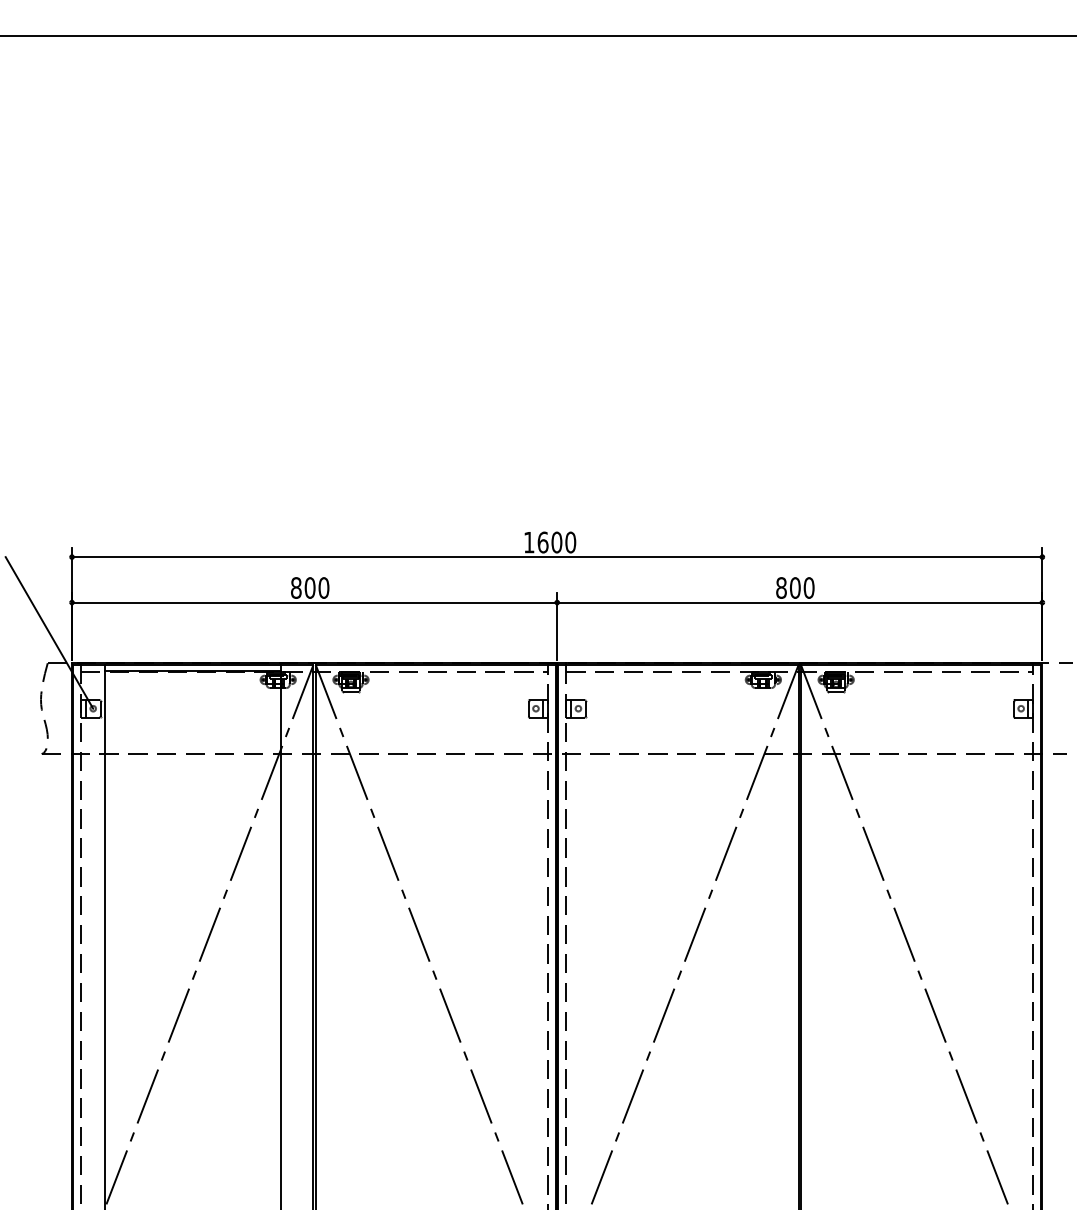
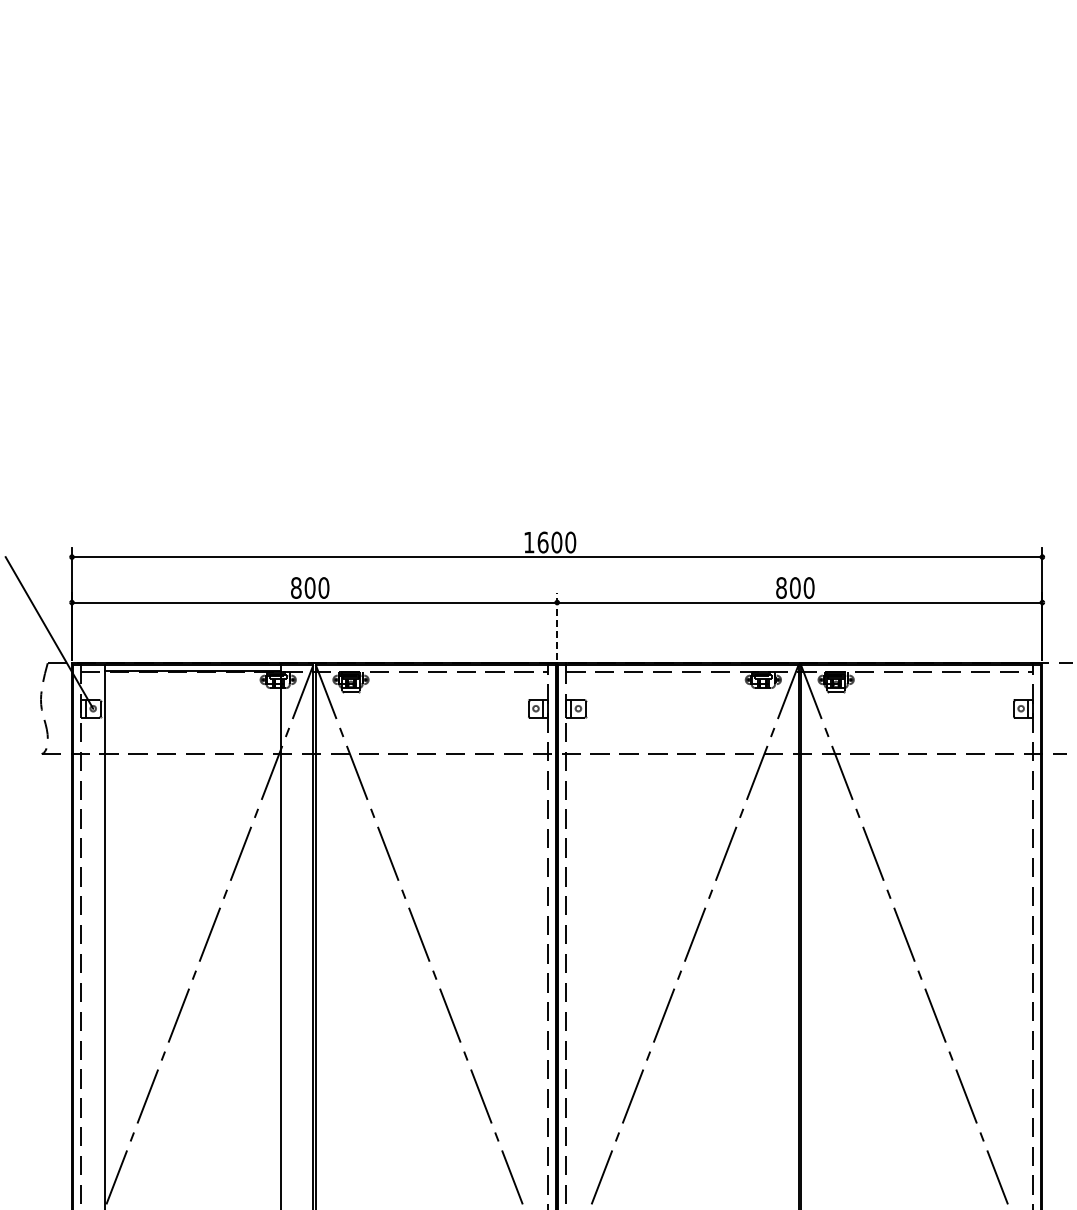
line at (537, 36): present -> none
line at (557, 626): solid -> dashed
